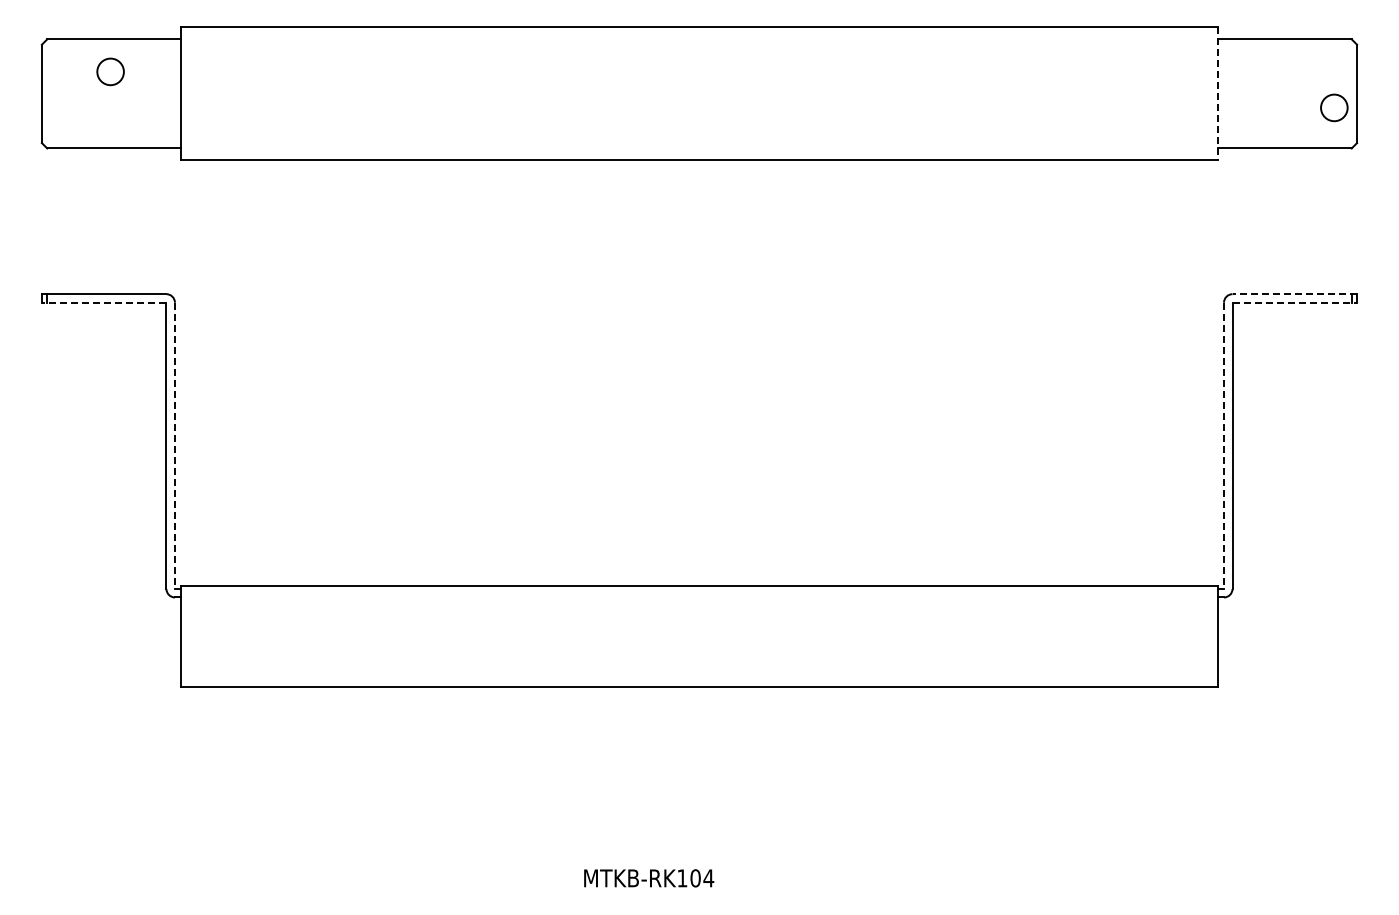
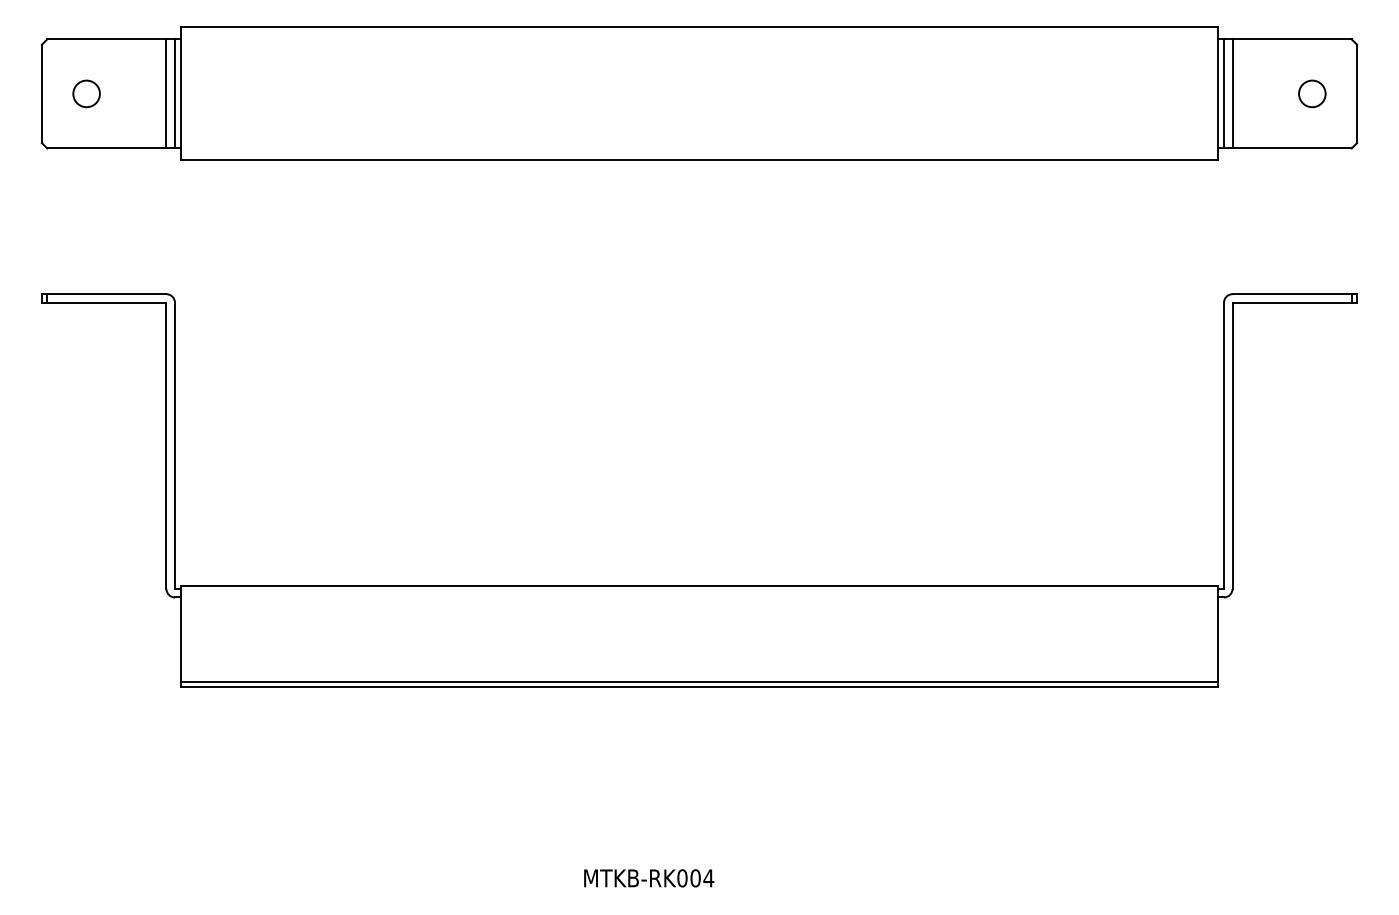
circle at (110, 71) position: (110, 71) -> (86, 93)
line at (166, 93): none -> present
line at (174, 93): none -> present
line at (1218, 93): dashed -> solid
line at (1224, 93): none -> present
line at (1232, 93): none -> present
circle at (1334, 107) position: (1334, 107) -> (1312, 93)
line at (1294, 294): dashed -> solid
line at (103, 302): dashed -> solid
line at (1295, 302): dashed -> solid
line at (174, 446): dashed -> solid
line at (1224, 446): dashed -> solid
line at (699, 682): none -> present
text at (682, 878): MTKB-RK104 -> MTKB-RK004
